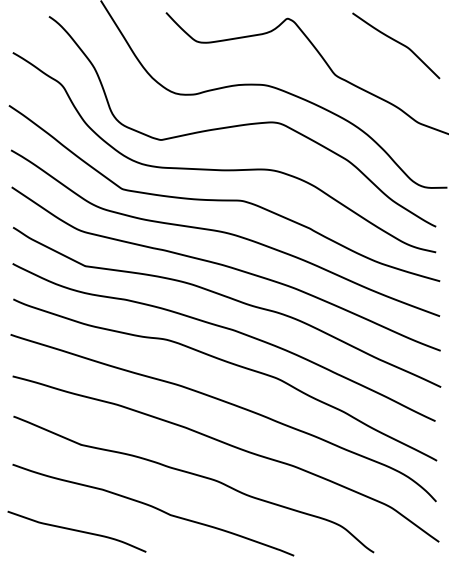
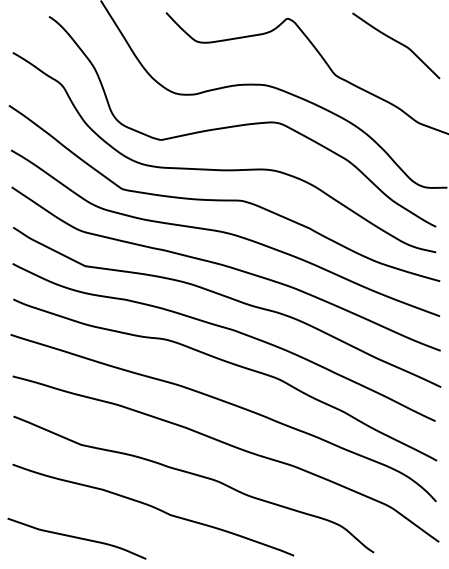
curve at (76, 531) position: (76, 531) -> (76, 538)
